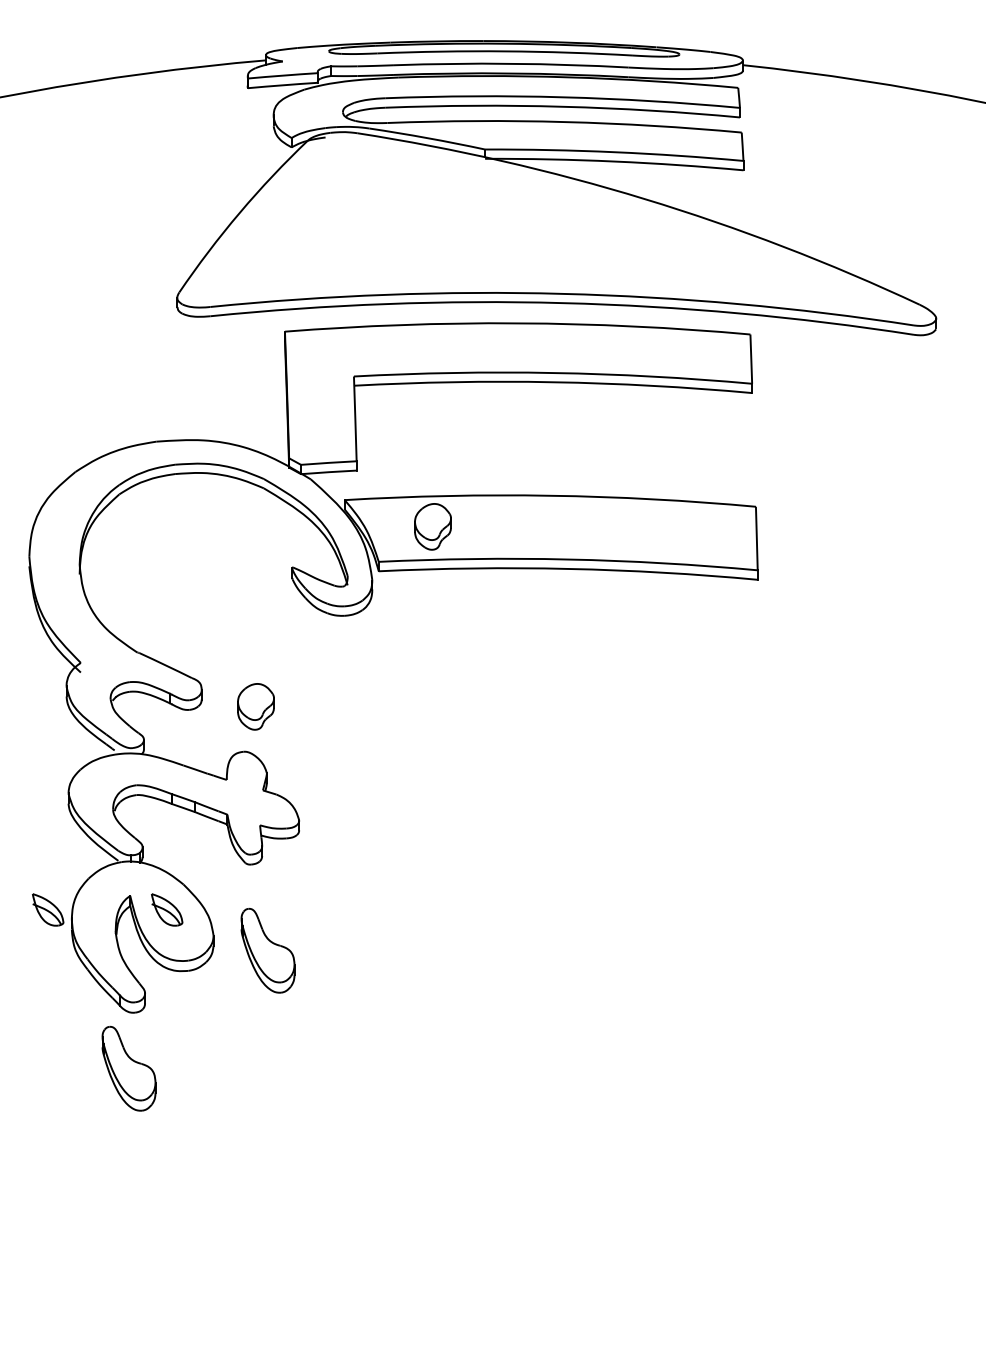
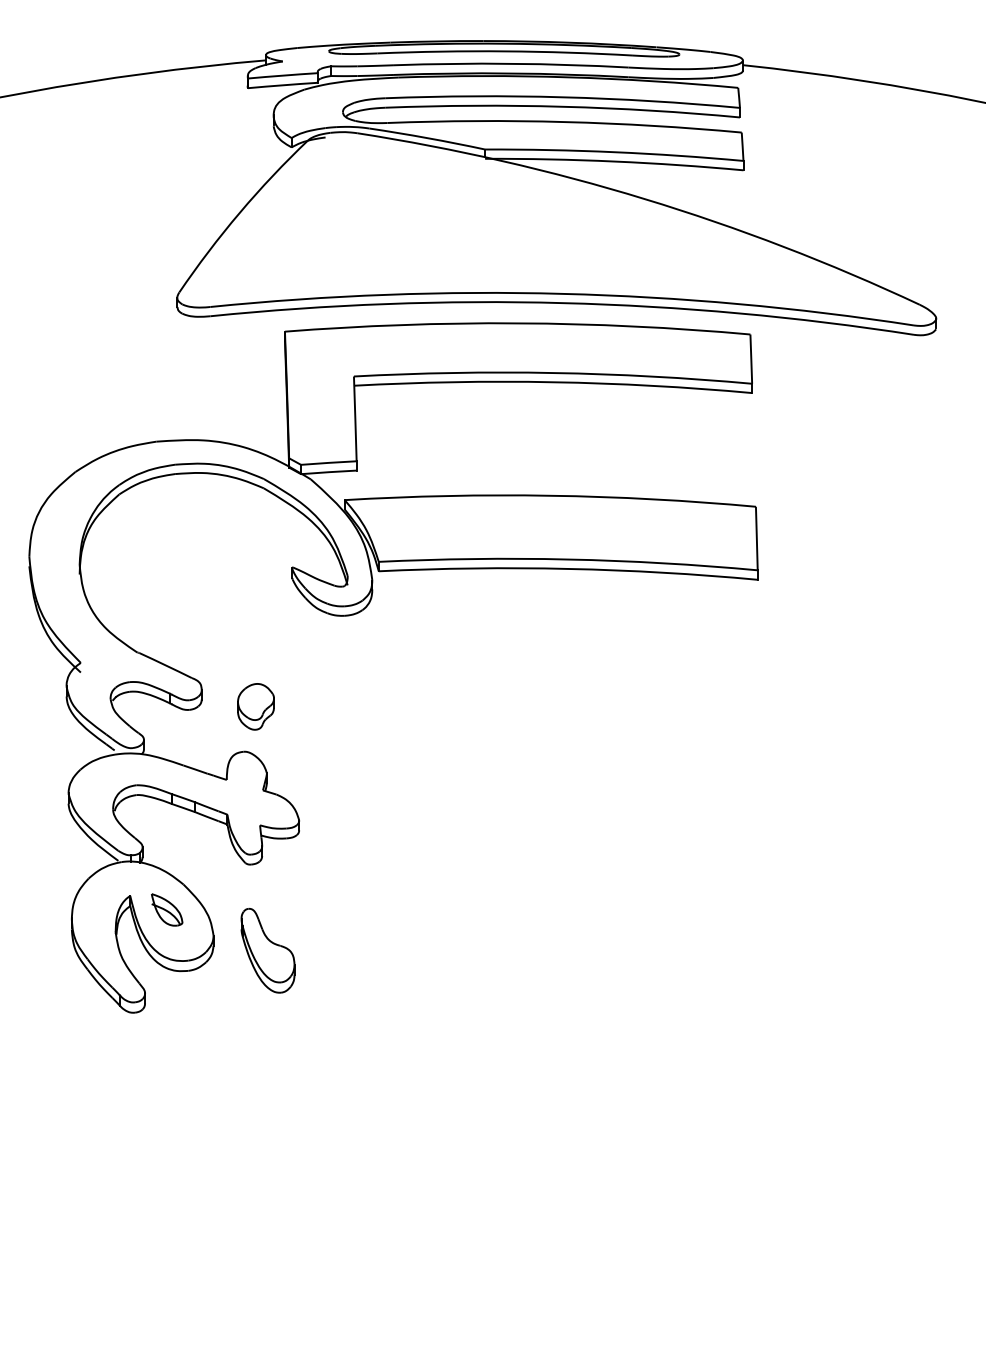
part at (432, 526): present -> none
part at (48, 909): present -> none
part at (128, 1068): present -> none
